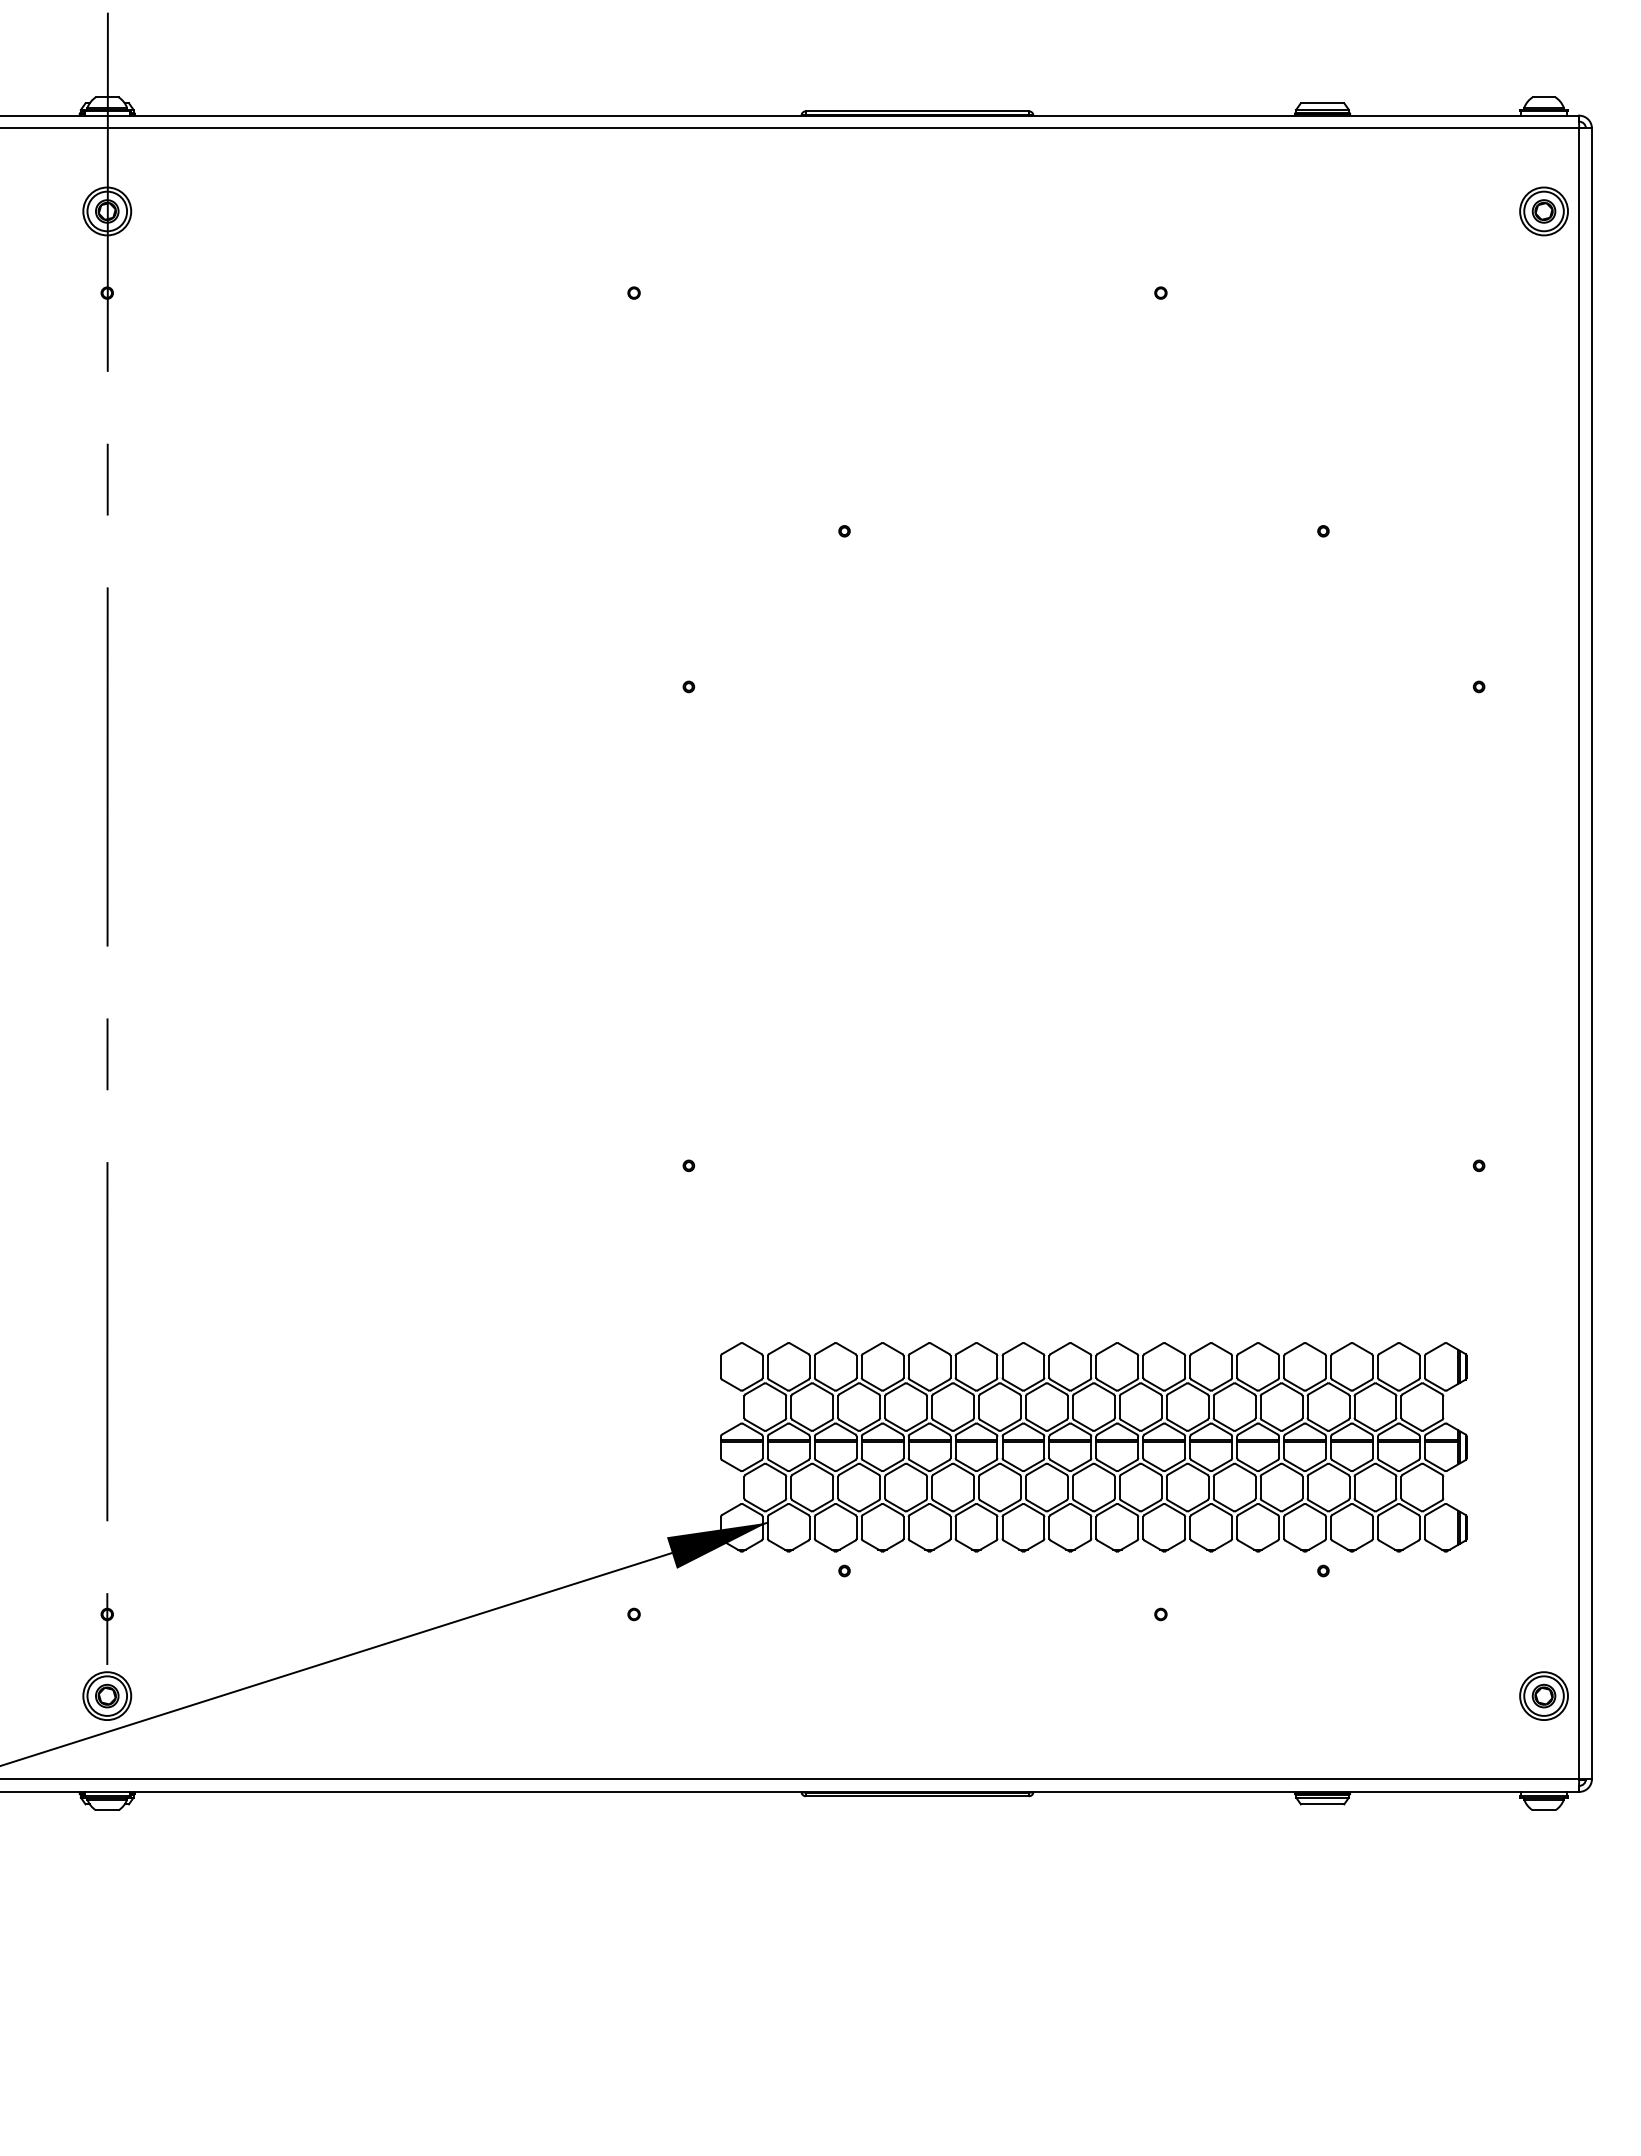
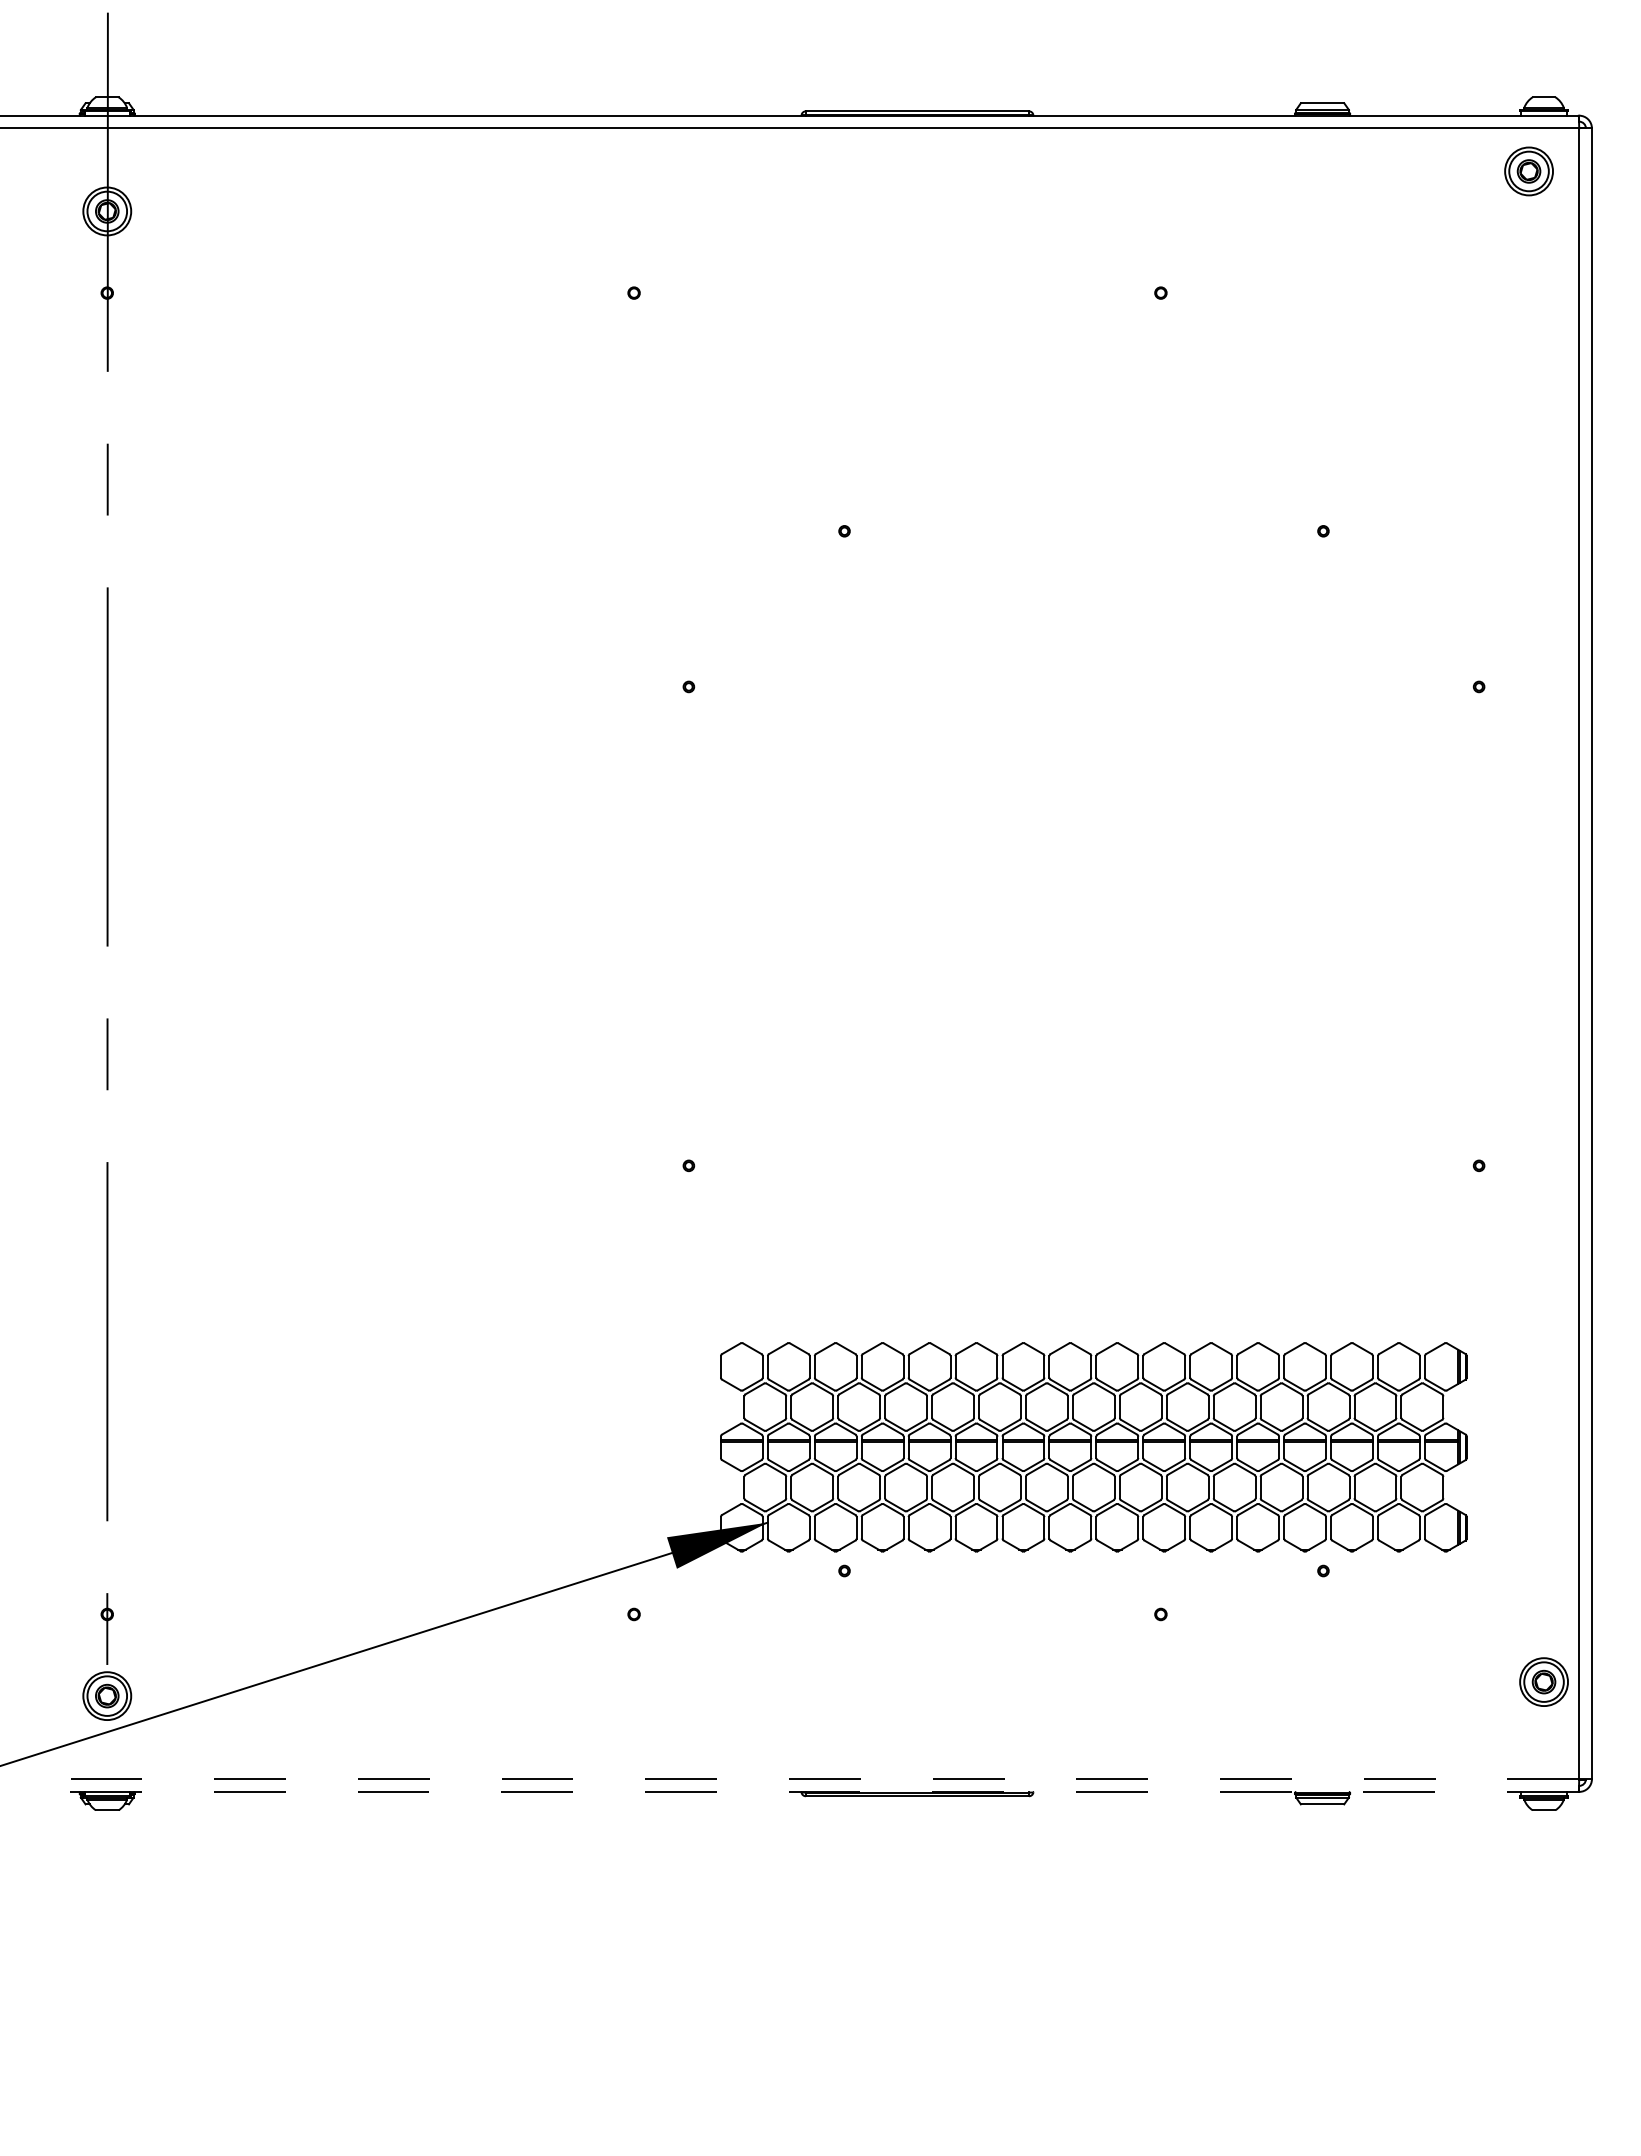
part at (1543, 211) position: (1543, 211) -> (1528, 171)
part at (1543, 1695) position: (1543, 1695) -> (1543, 1681)
line at (789, 1779): solid -> dashed
line at (789, 1791): solid -> dashed
